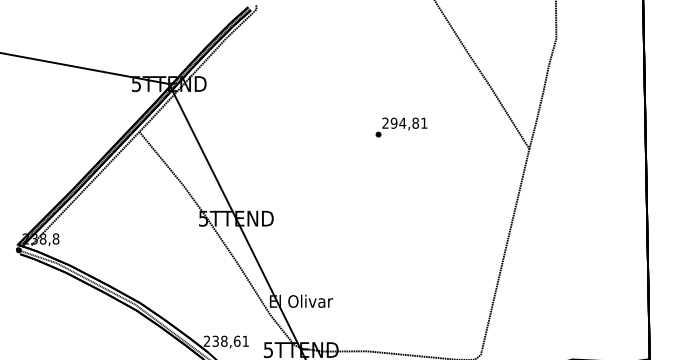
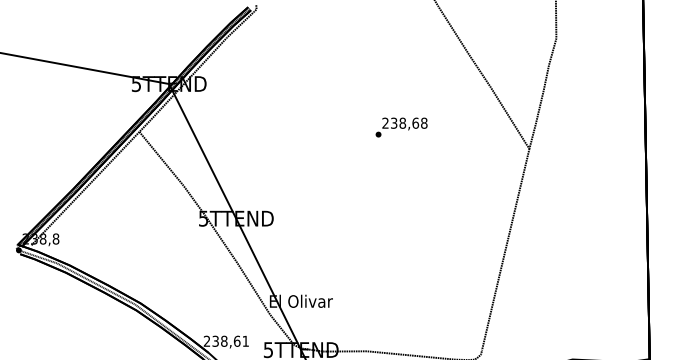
text at (408, 122): 294,81 -> 238,68
